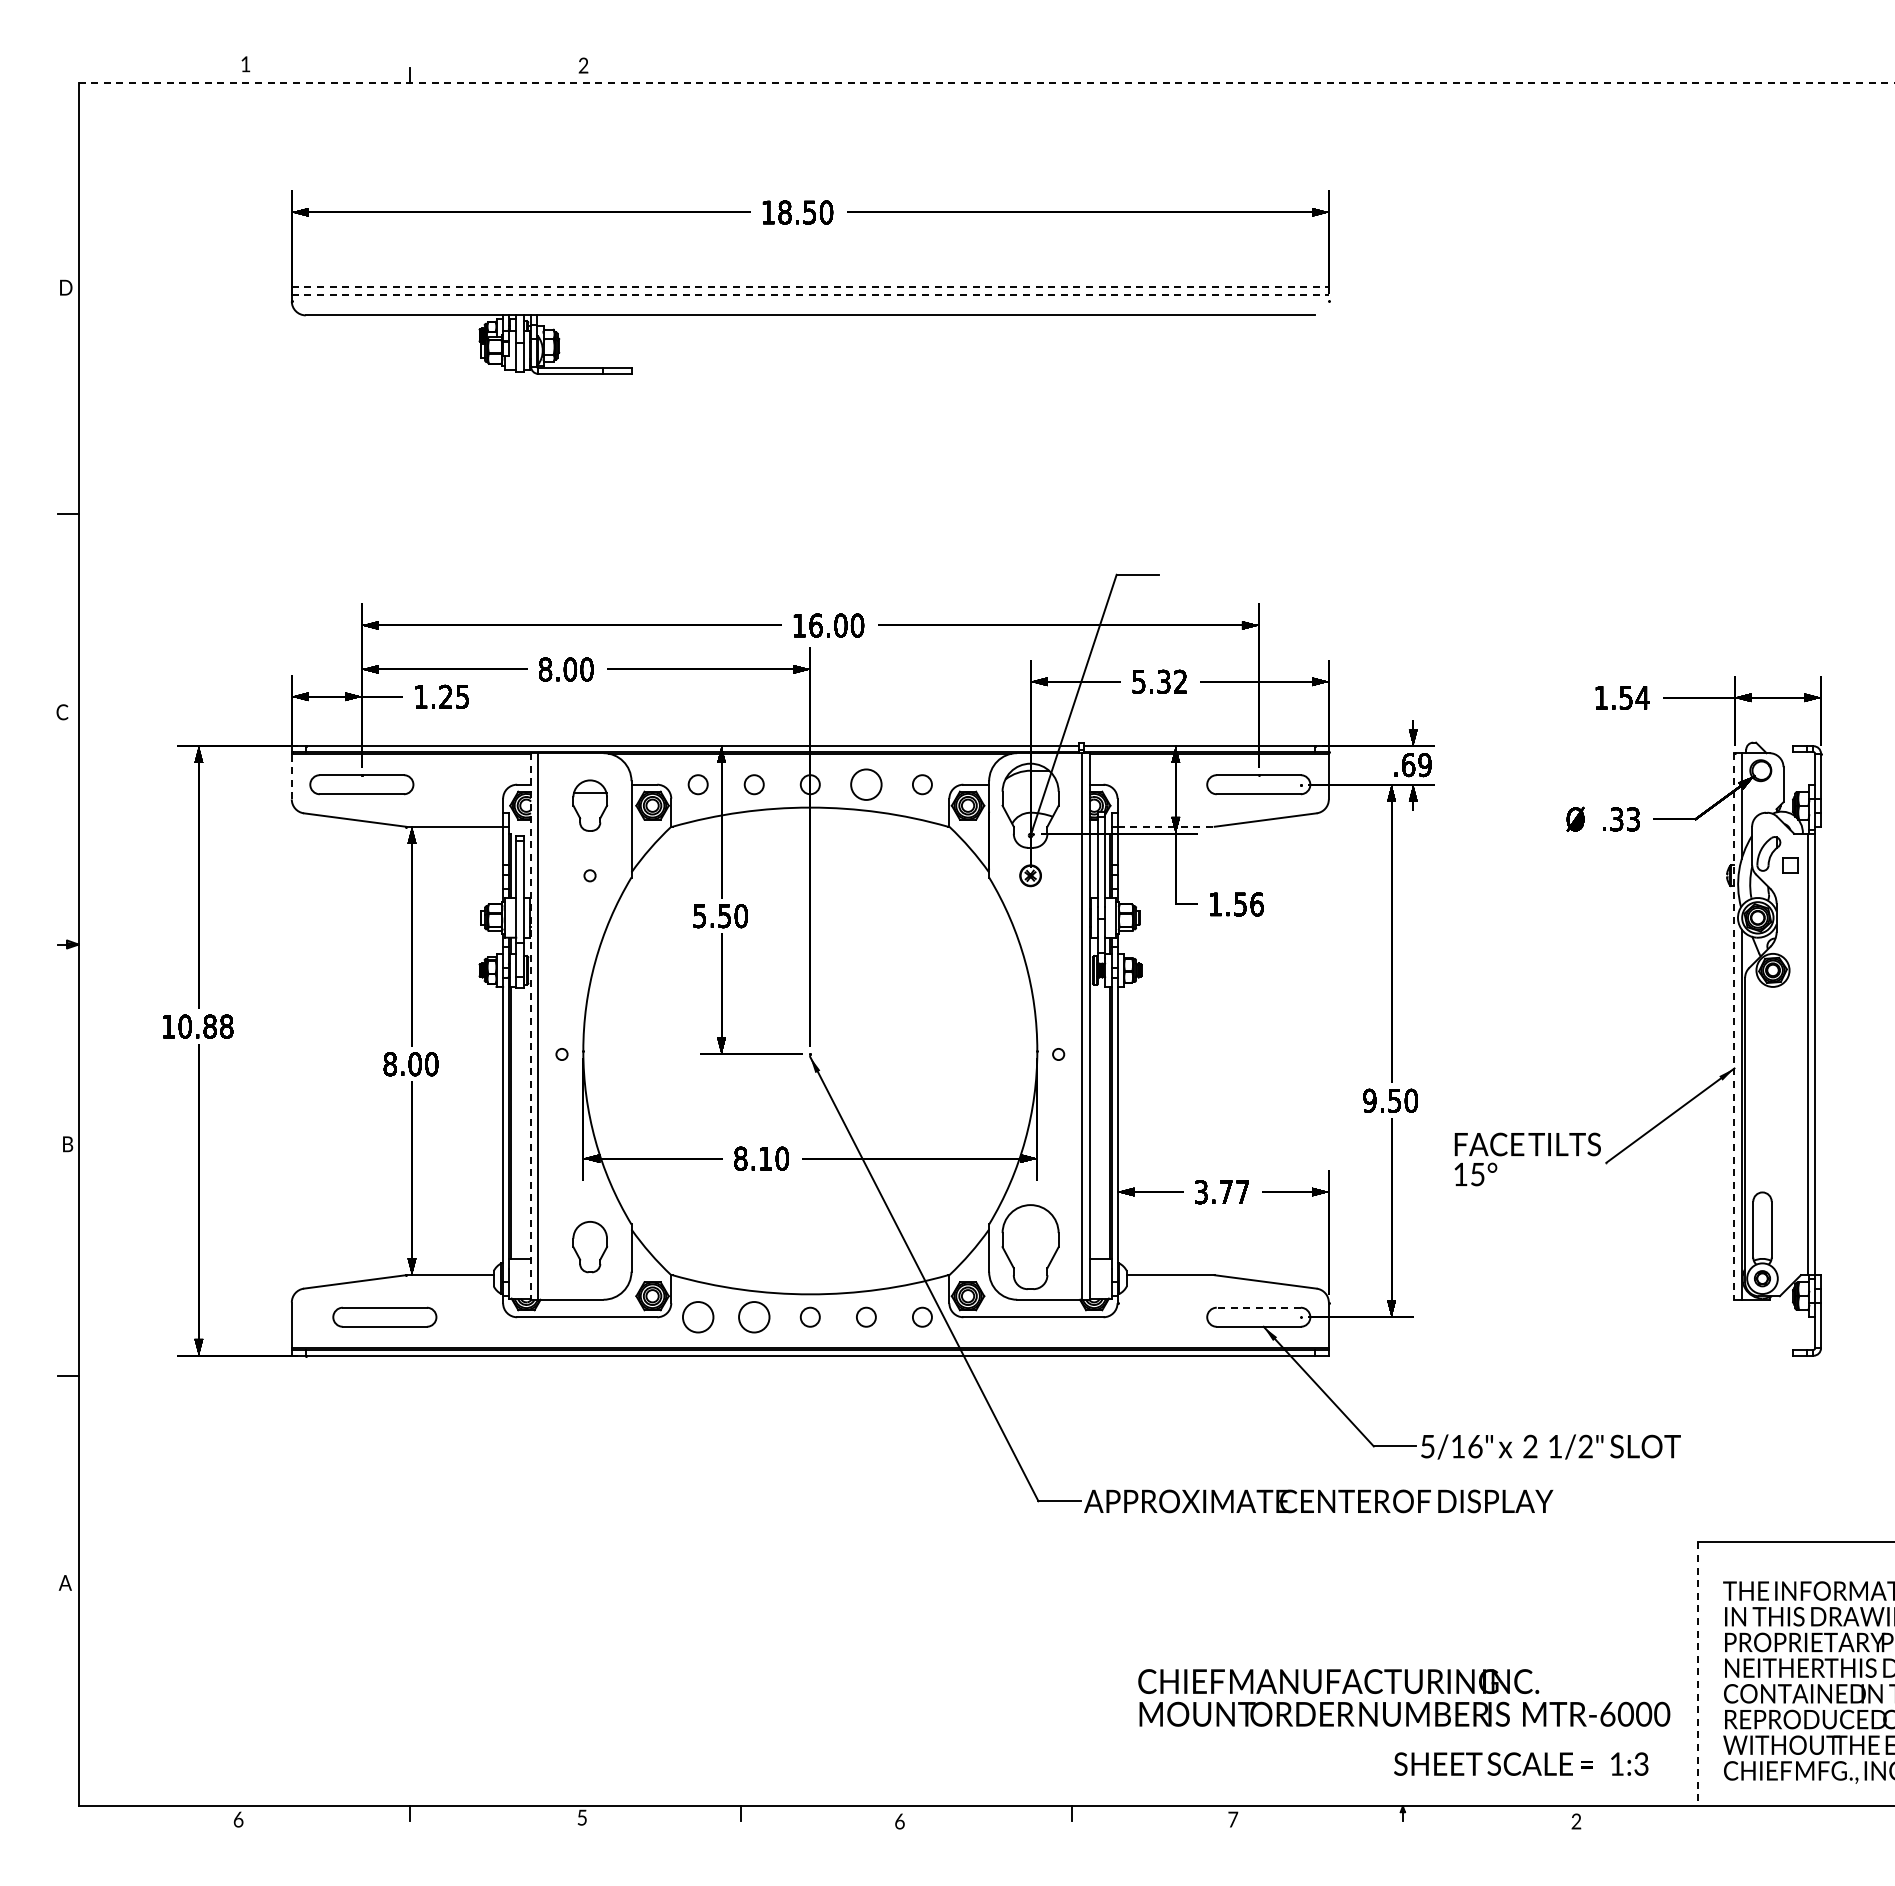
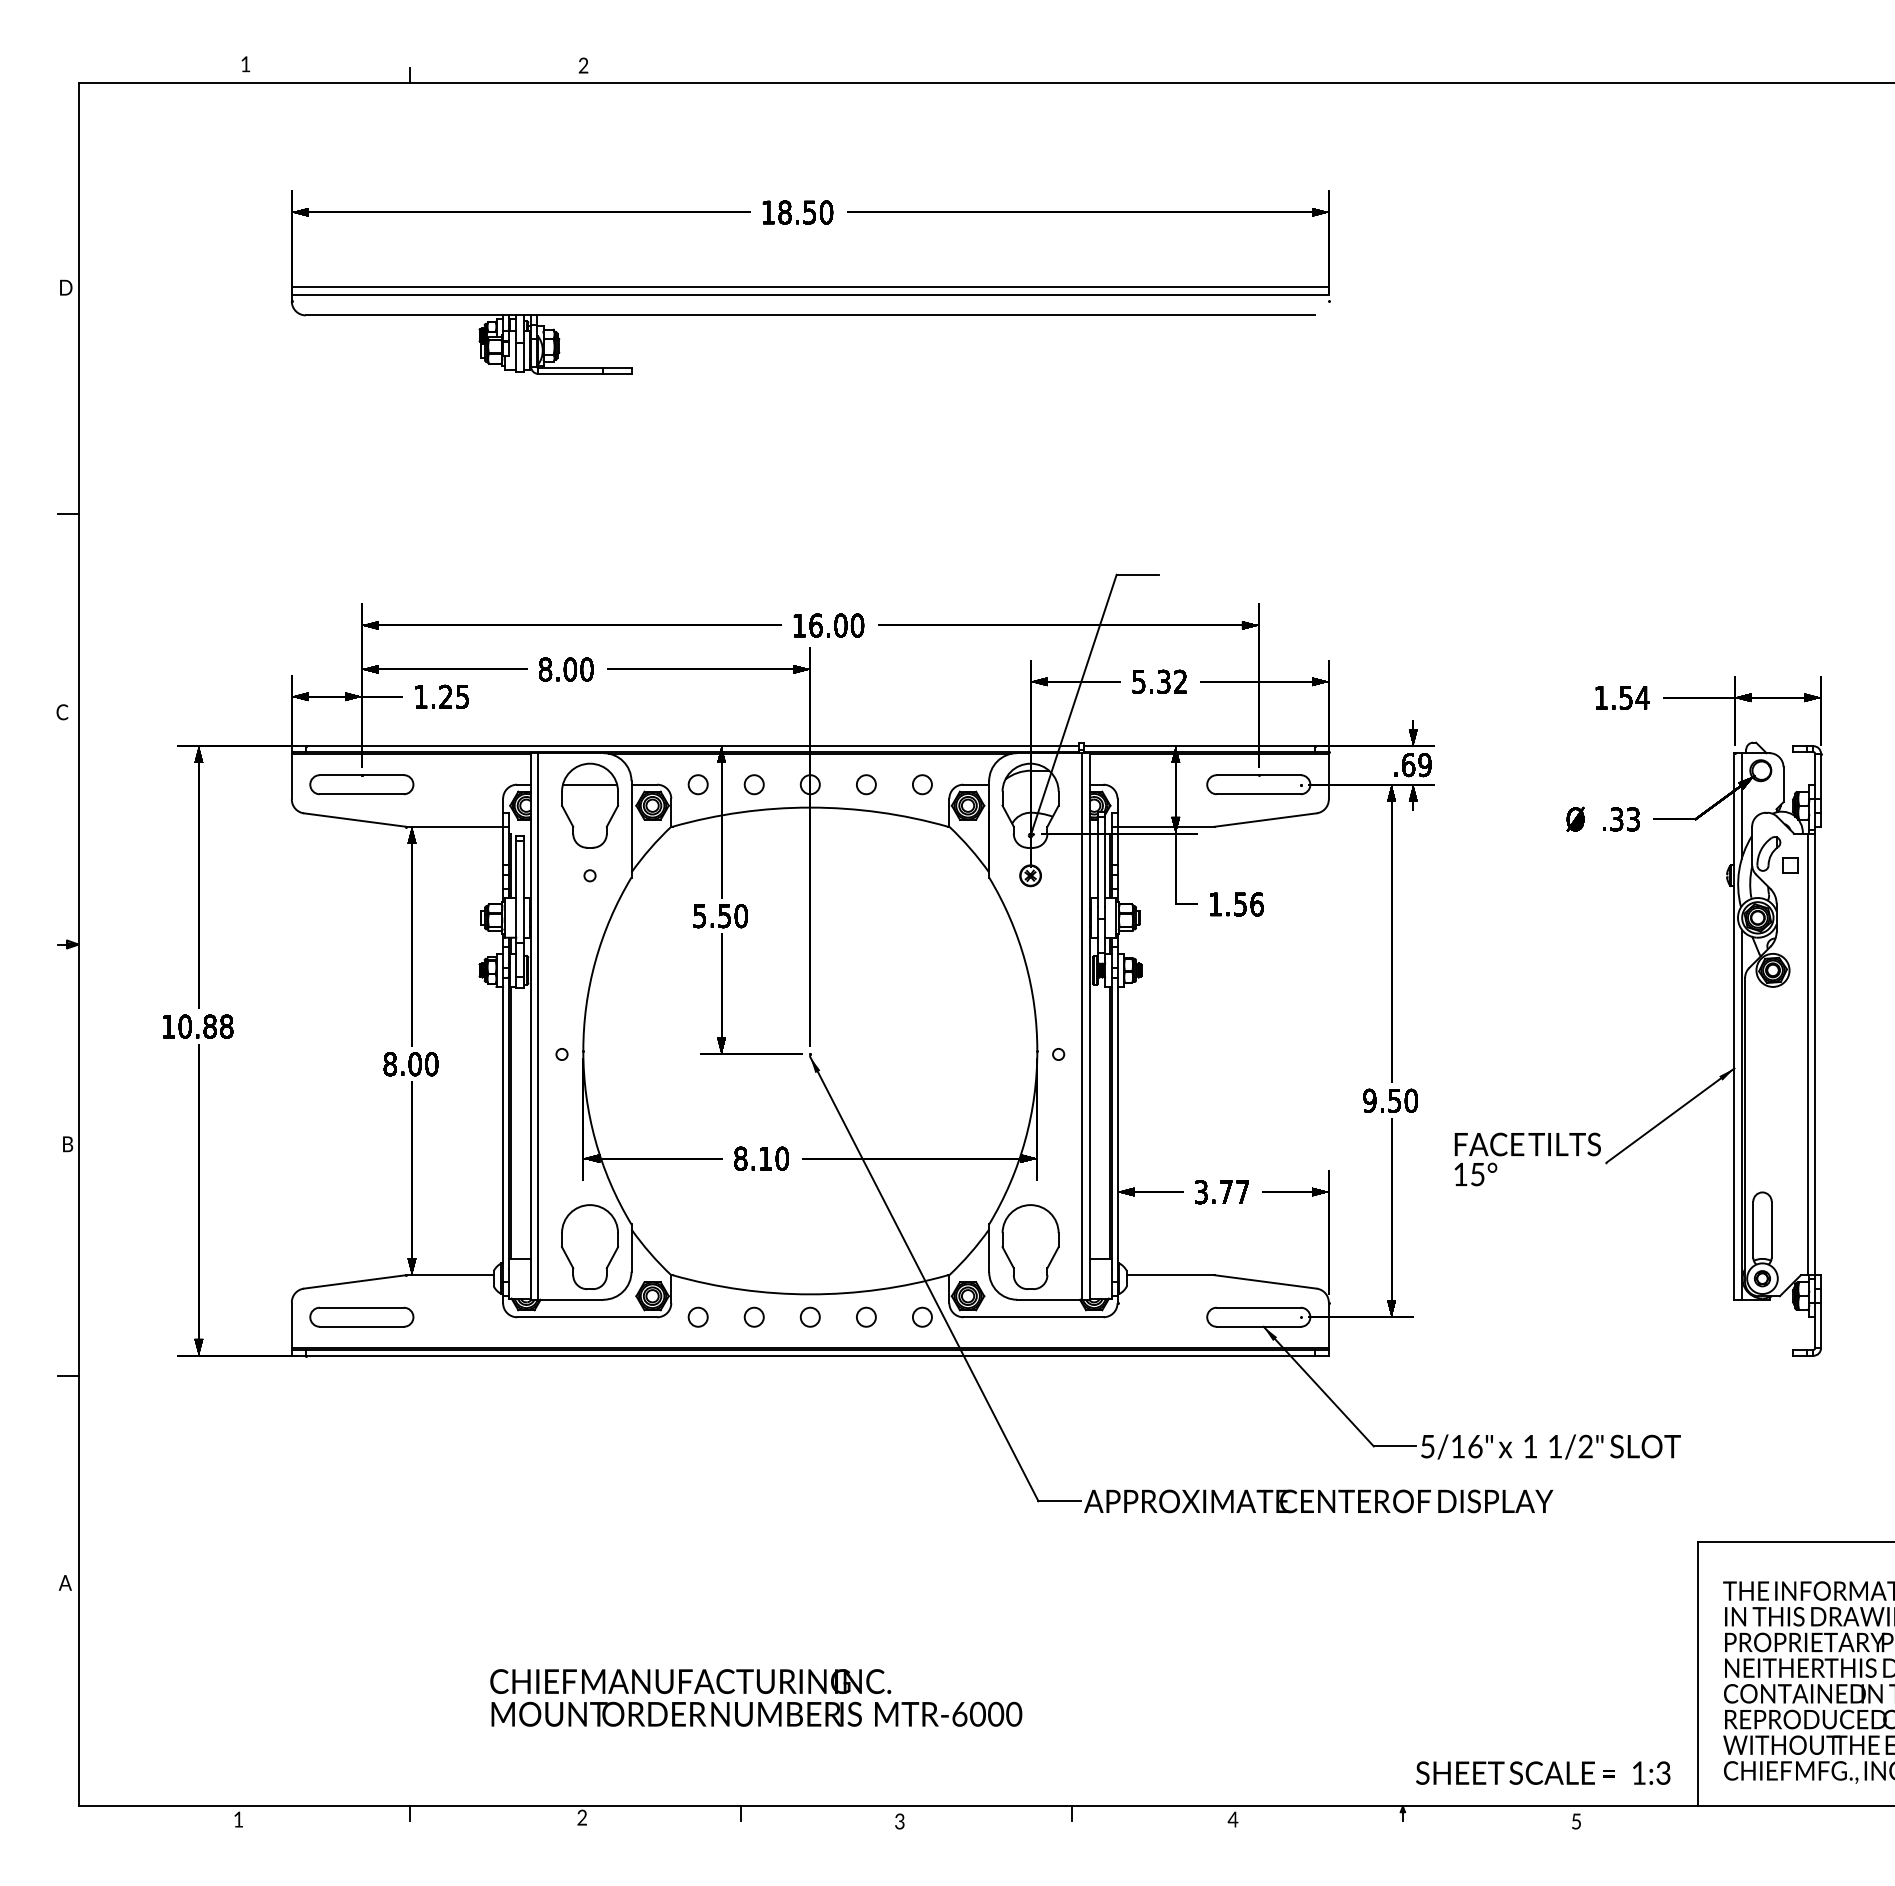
line at (986, 82): dashed -> solid
line at (810, 287): dashed -> solid
line at (810, 294): dashed -> solid
line at (291, 776): dashed -> solid
circle at (866, 784) diameter: 30 px -> 19 px
part at (590, 805) size: 37x53 px -> 59x87 px
line at (1166, 826): dashed -> solid
line at (531, 1026): dashed -> solid
line at (1734, 1026): dashed -> solid
part at (589, 1247) size: 36x53 px -> 59x86 px
line at (1258, 1307): dashed -> solid
part at (384, 1316) position: (384, 1316) -> (361, 1316)
circle at (697, 1317) diameter: 30 px -> 19 px
circle at (754, 1317) diameter: 30 px -> 19 px
text at (1530, 1446): 2 -> 1
line at (1698, 1674): dashed -> solid
text at (1404, 1697) position: (1404, 1697) -> (756, 1697)
text at (1521, 1763) position: (1521, 1763) -> (1543, 1772)
text at (581, 1817): 5 -> 2
text at (238, 1819): 6 -> 1
text at (1232, 1819): 7 -> 4
text at (899, 1820): 6 -> 3
text at (1576, 1821): 2 -> 5
